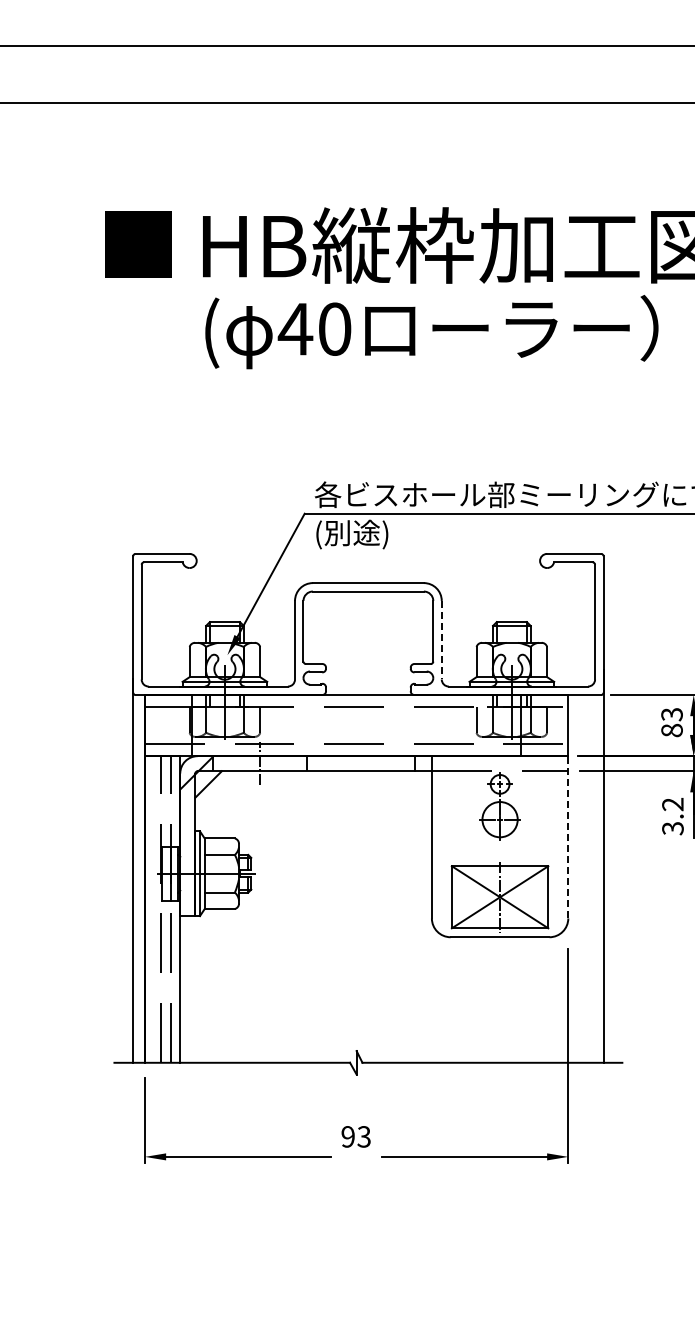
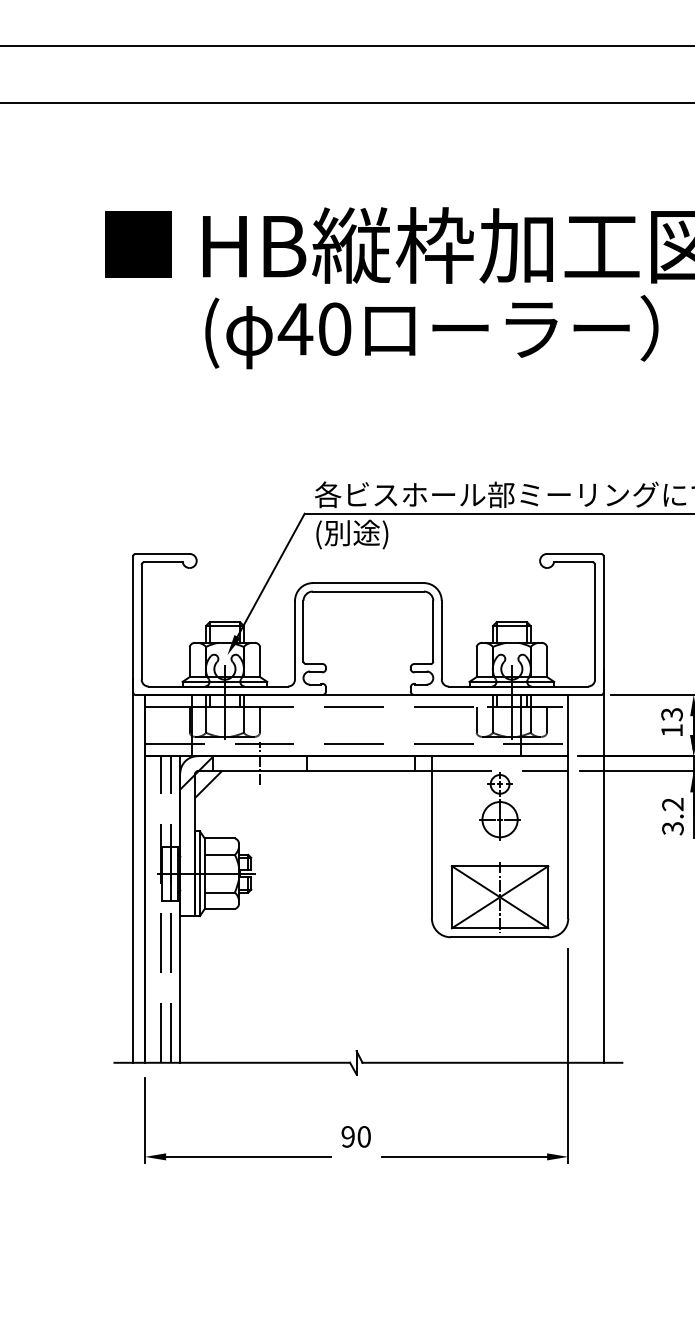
line at (441, 640): dashed -> solid
text at (671, 730): 83 -> 13
line at (568, 836): dashed -> solid
text at (363, 1136): 93 -> 90
